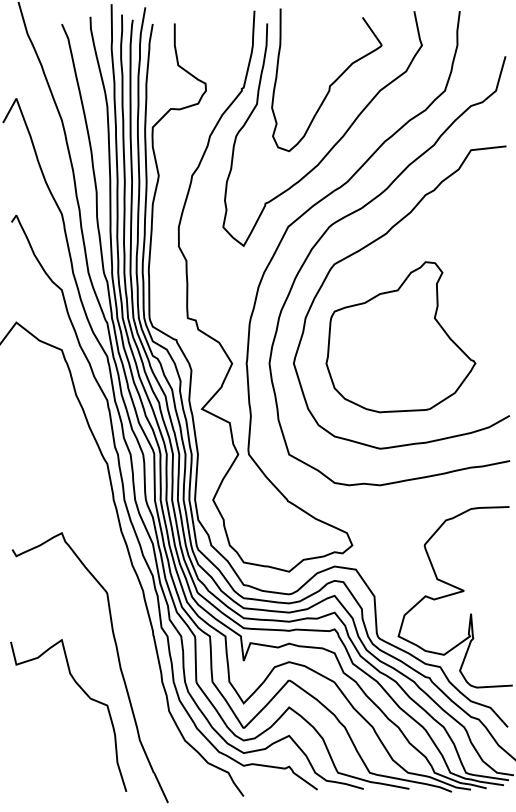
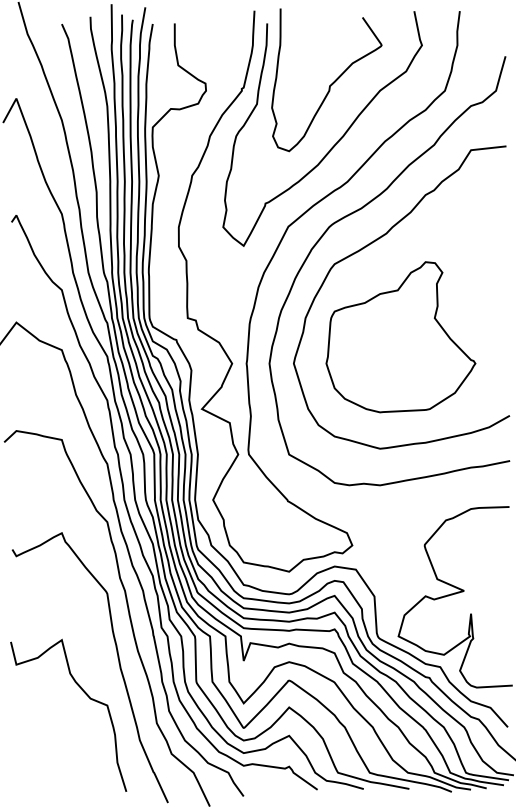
curve at (128, 615): none -> present
